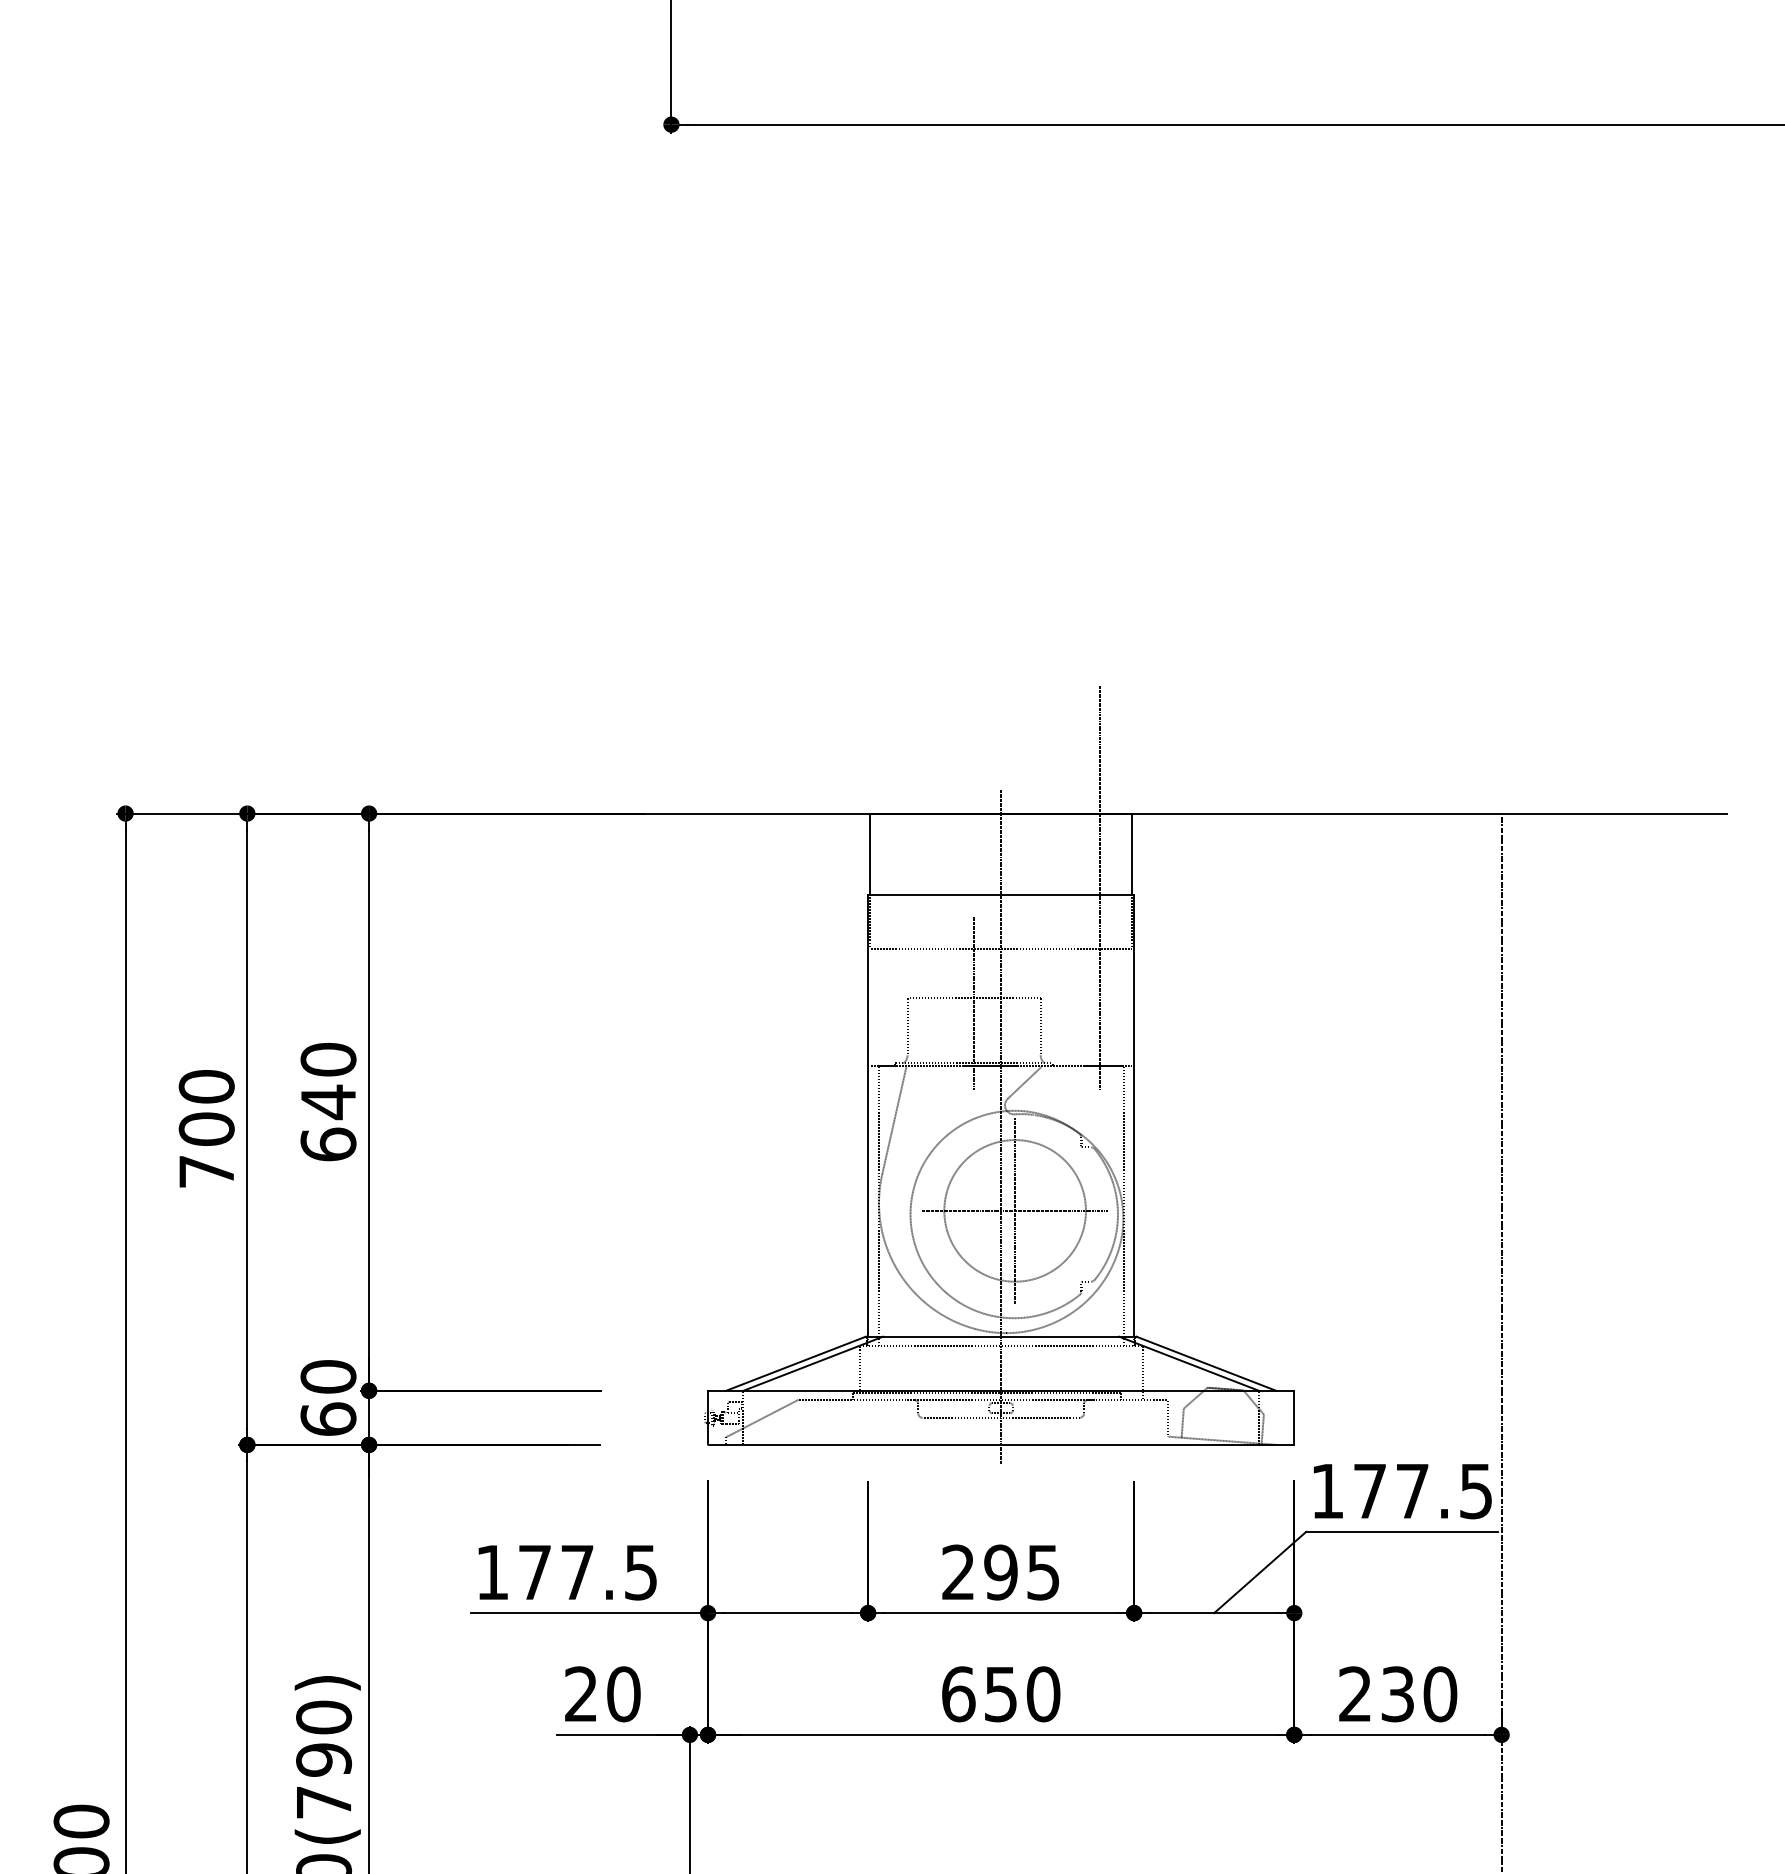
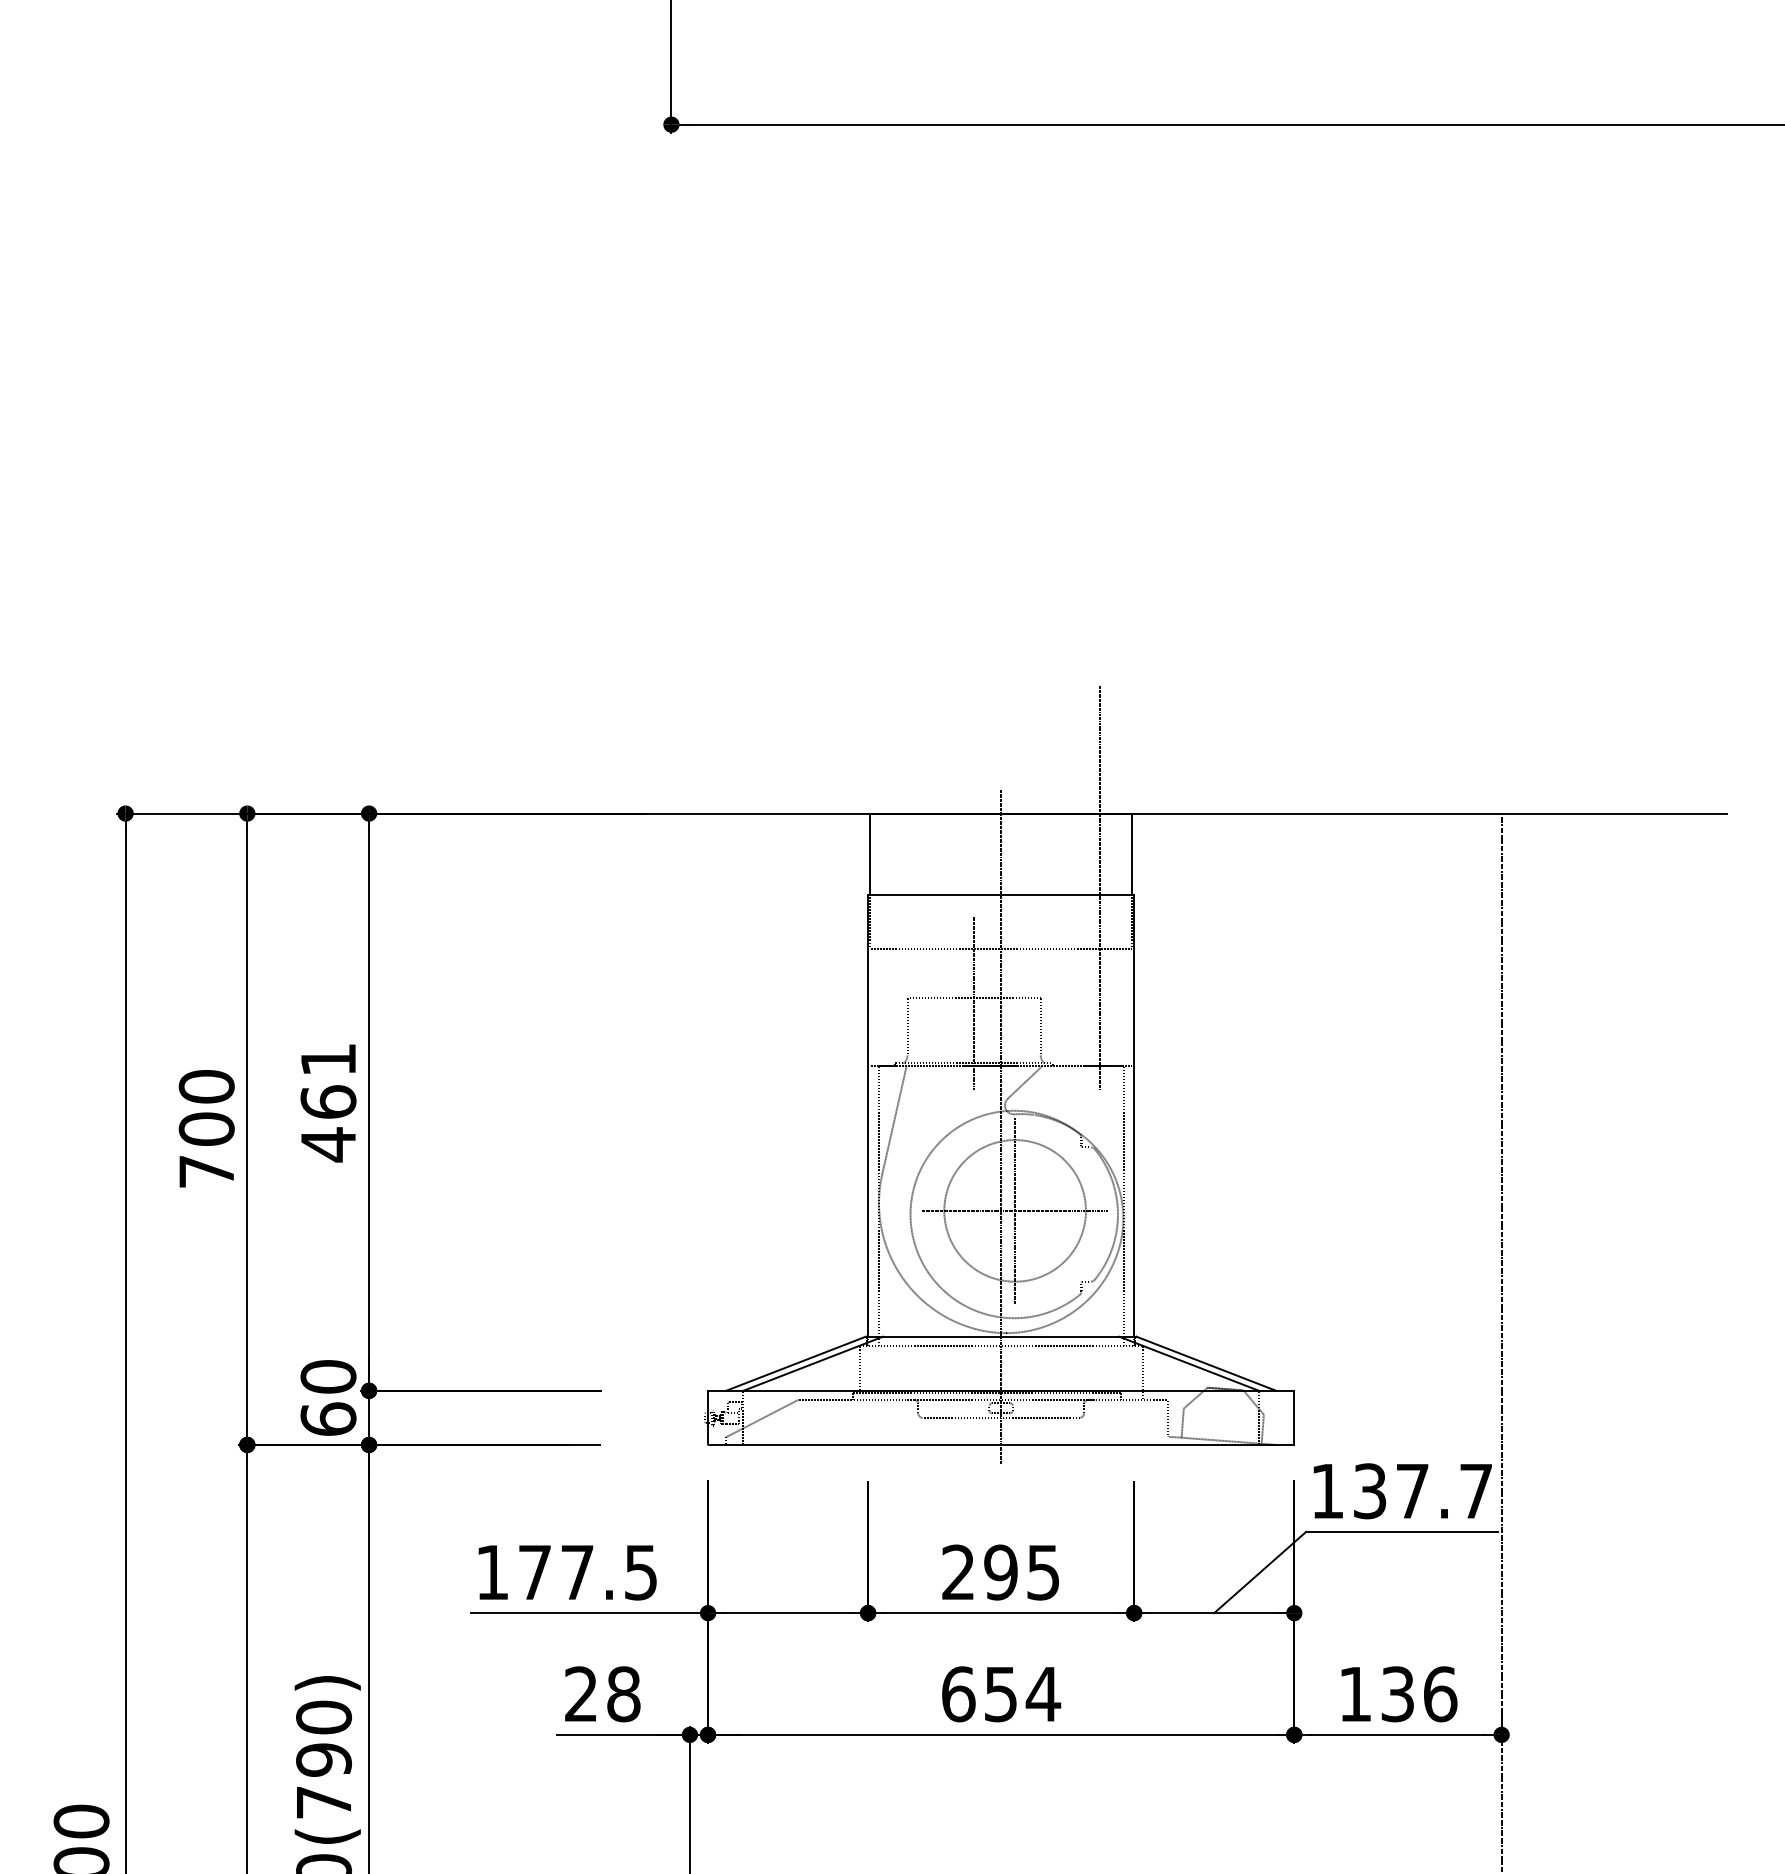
text at (328, 1102): 640 -> 461
text at (1422, 1491): 177.5 -> 137.7
text at (623, 1694): 20 -> 28
text at (1043, 1694): 650 -> 654
text at (1398, 1694): 230 -> 136
